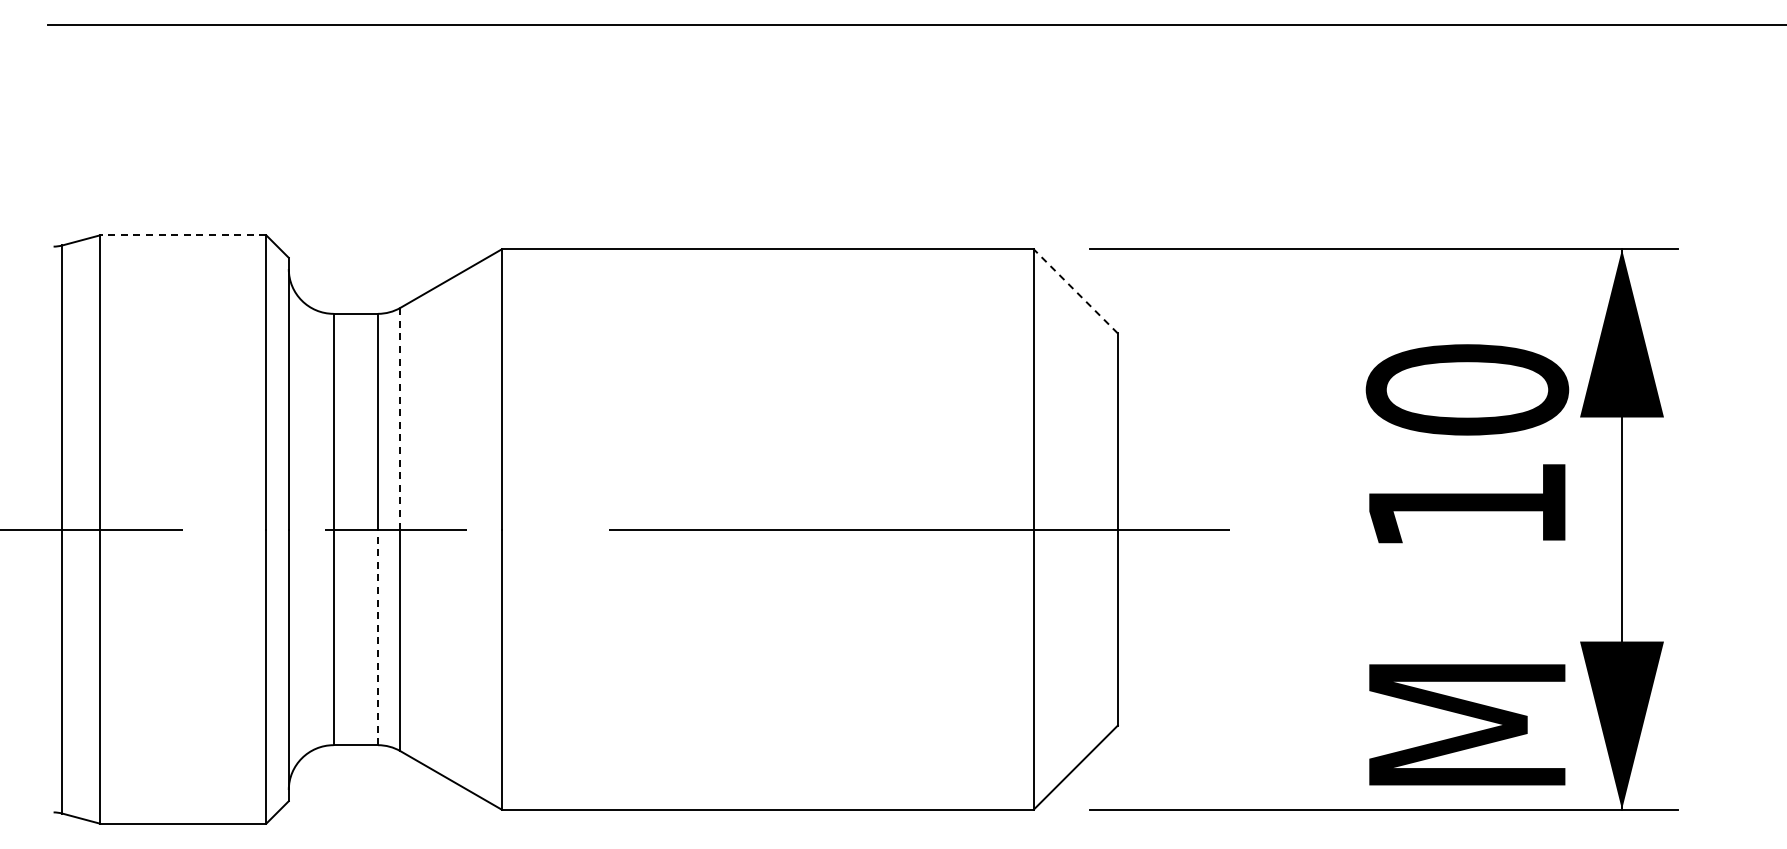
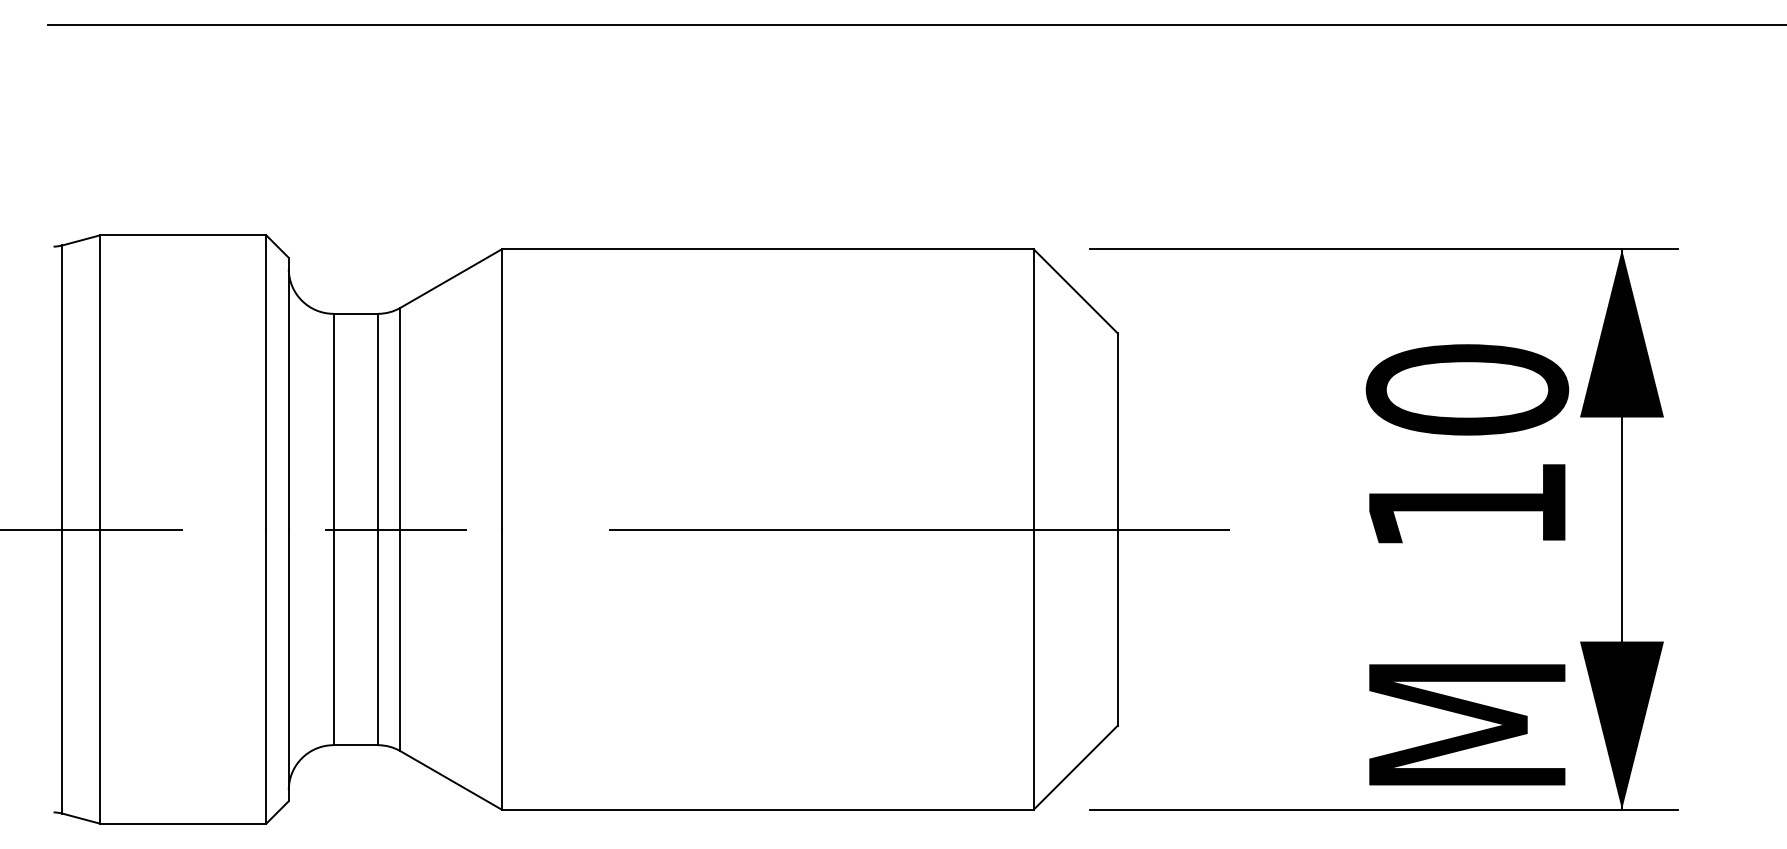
line at (182, 235): dashed -> solid
line at (1075, 291): dashed -> solid
line at (400, 418): dashed -> solid
line at (378, 637): dashed -> solid
